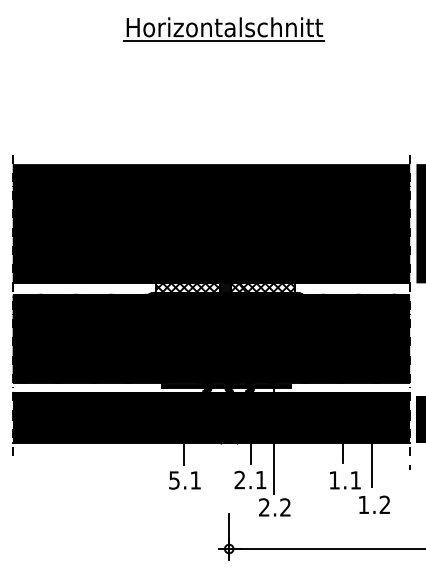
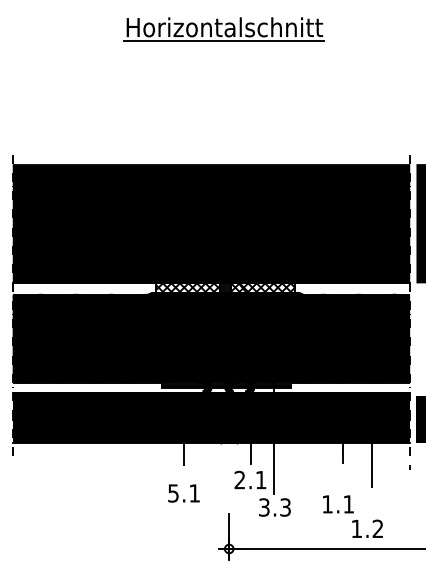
text at (184, 480) position: (184, 480) -> (183, 493)
text at (359, 492) position: (359, 492) -> (352, 516)
text at (274, 507): 2.2 -> 3.3
